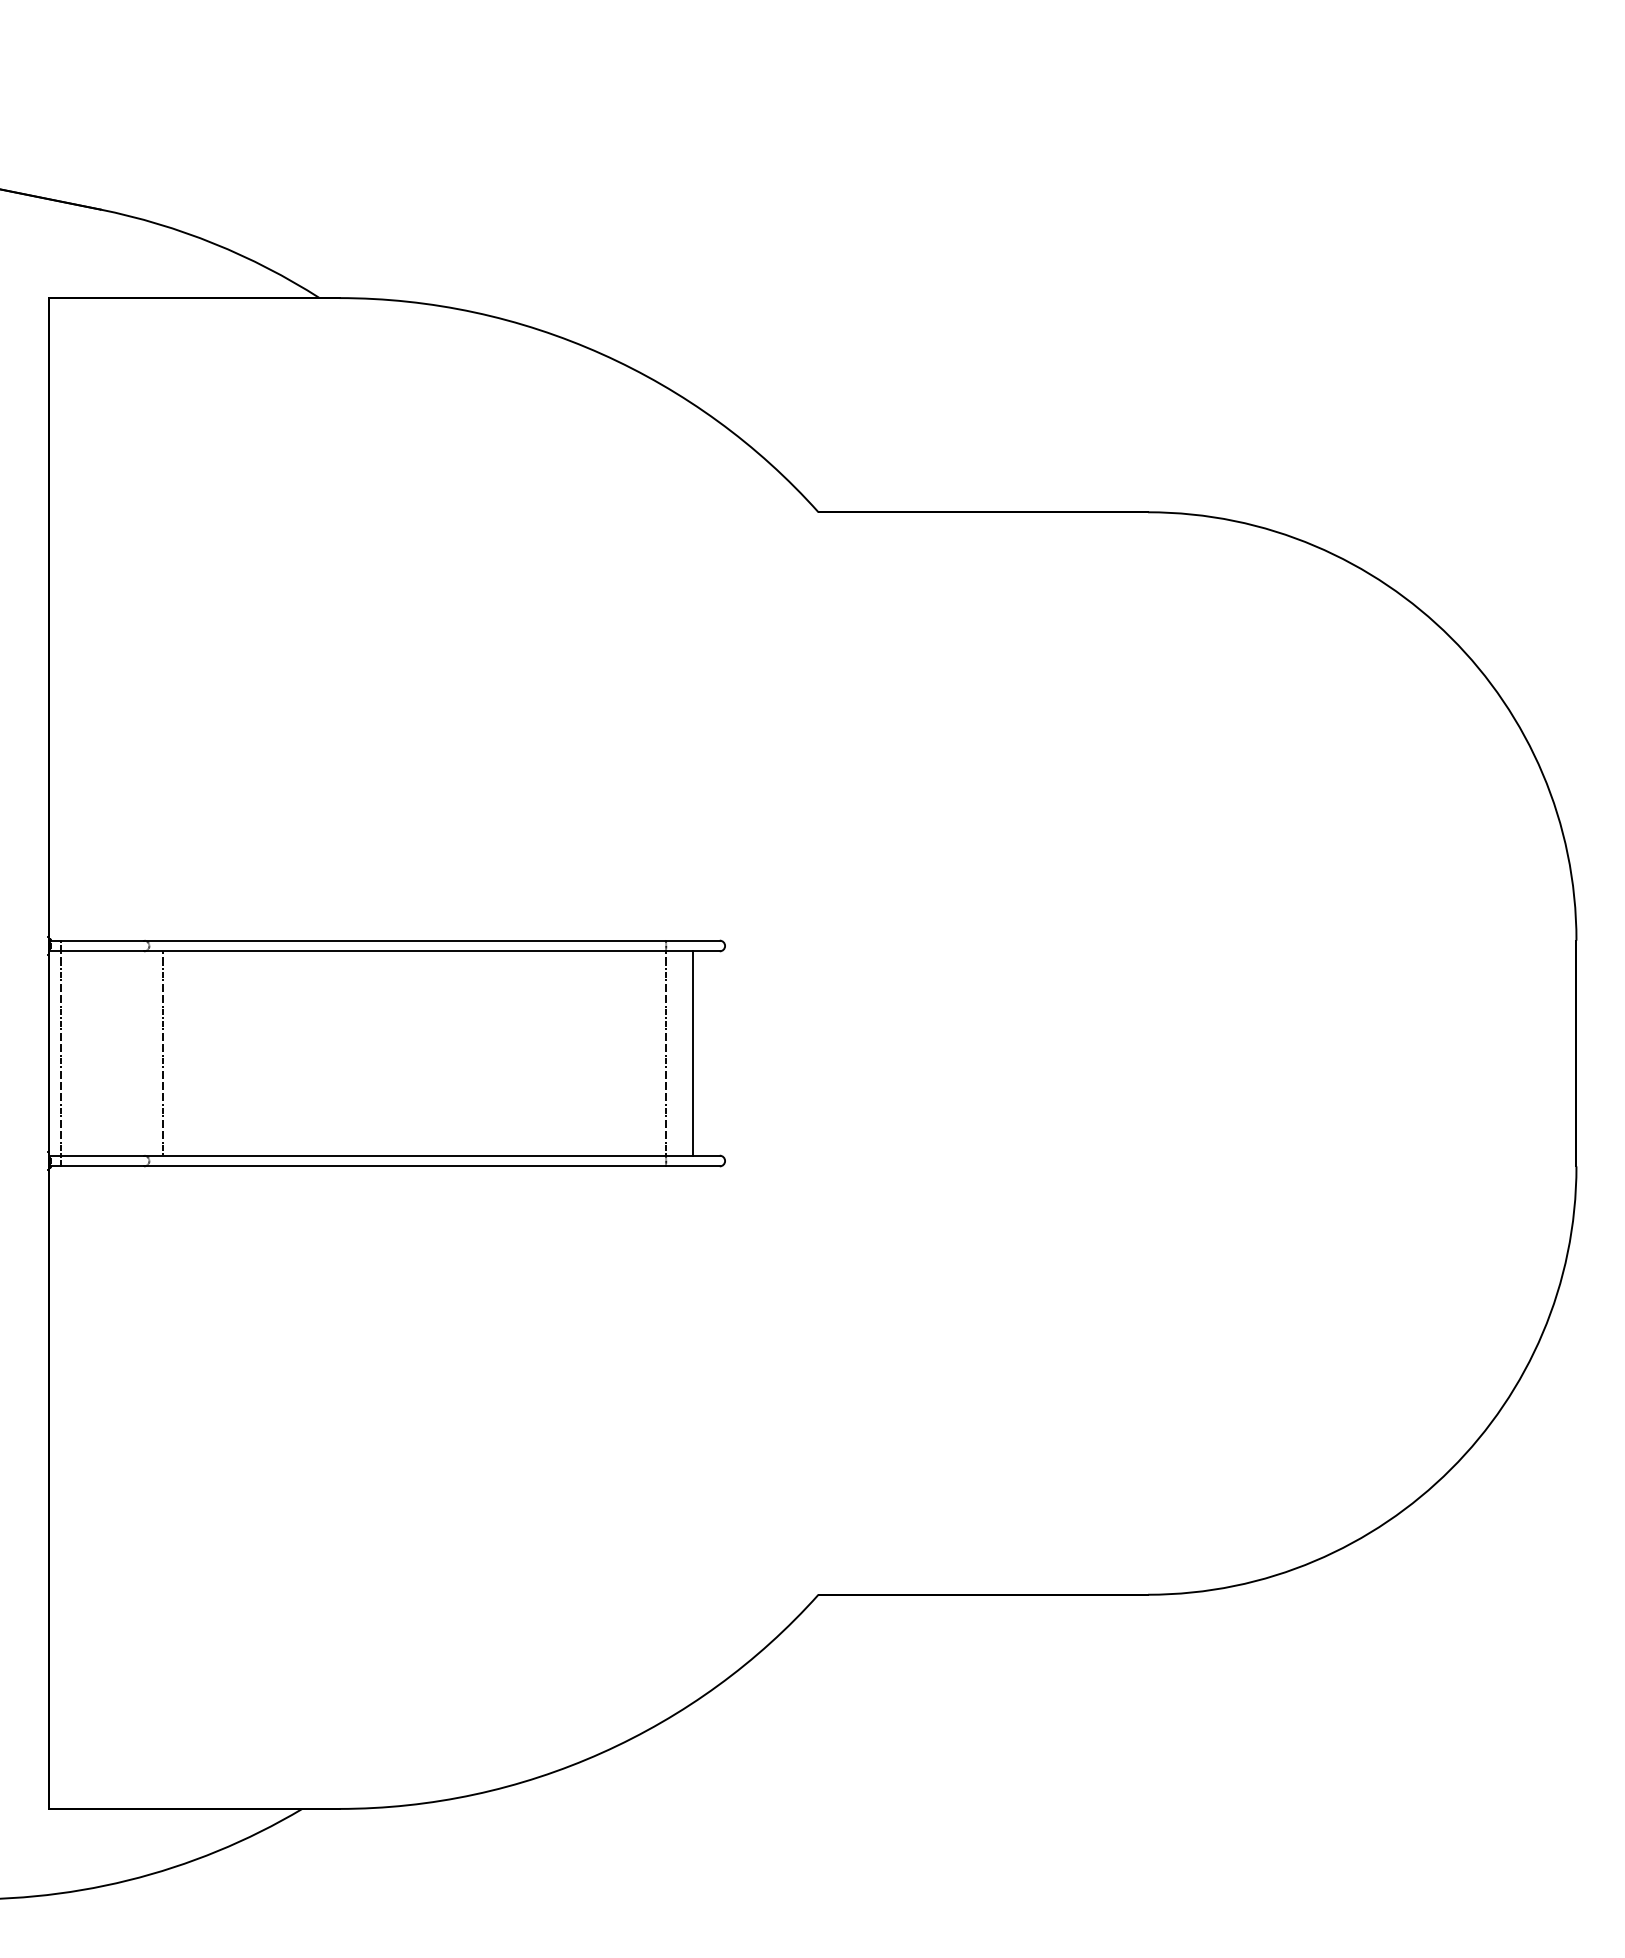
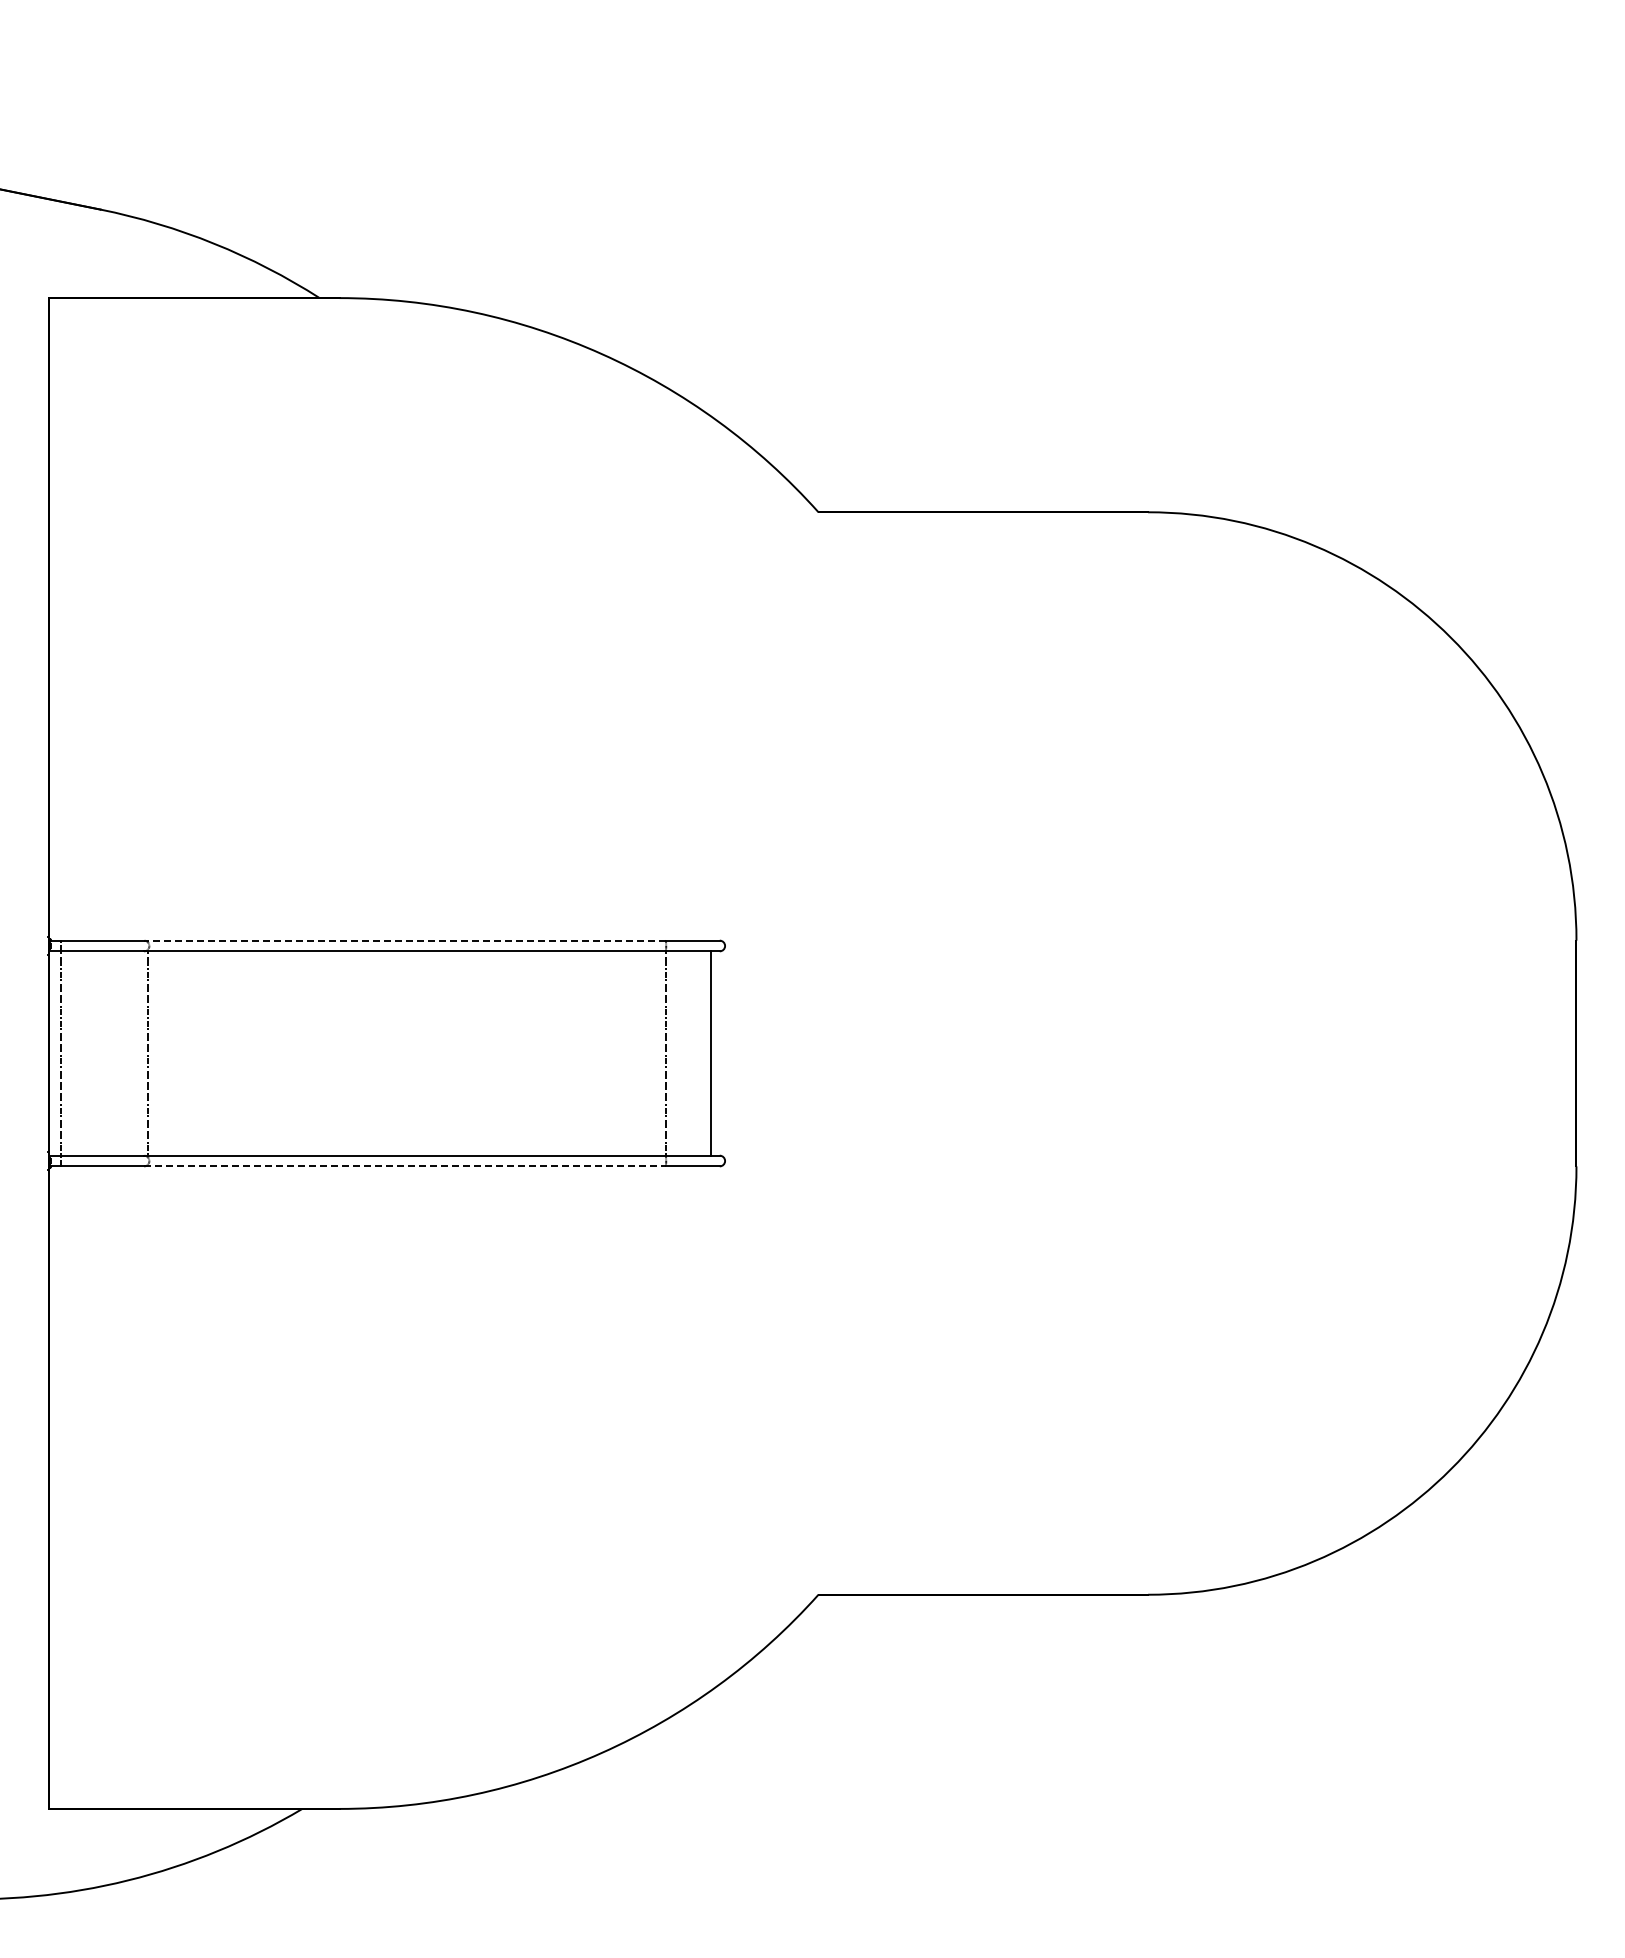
line at (404, 940): solid -> dashed
line at (162, 1053) position: (162, 1053) -> (147, 1053)
line at (692, 1053) position: (692, 1053) -> (710, 1053)
line at (404, 1166): solid -> dashed
